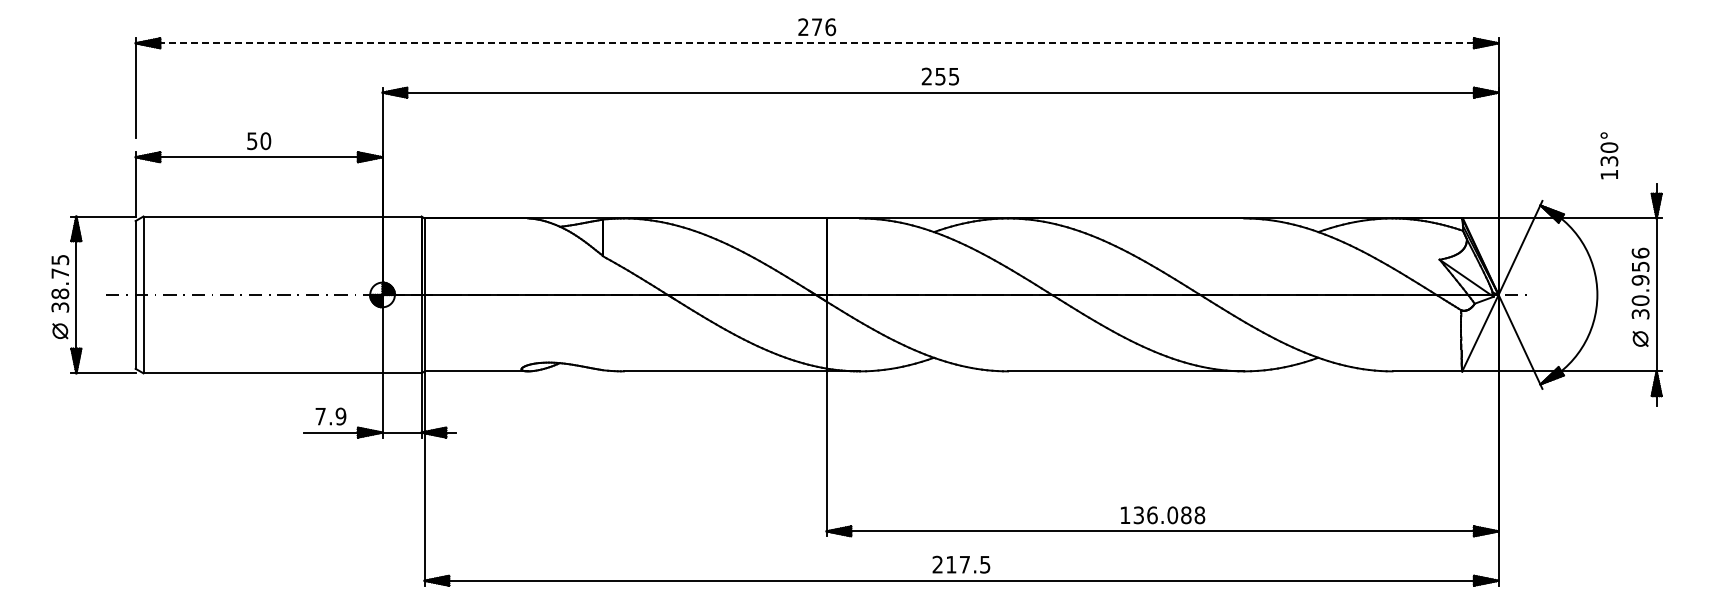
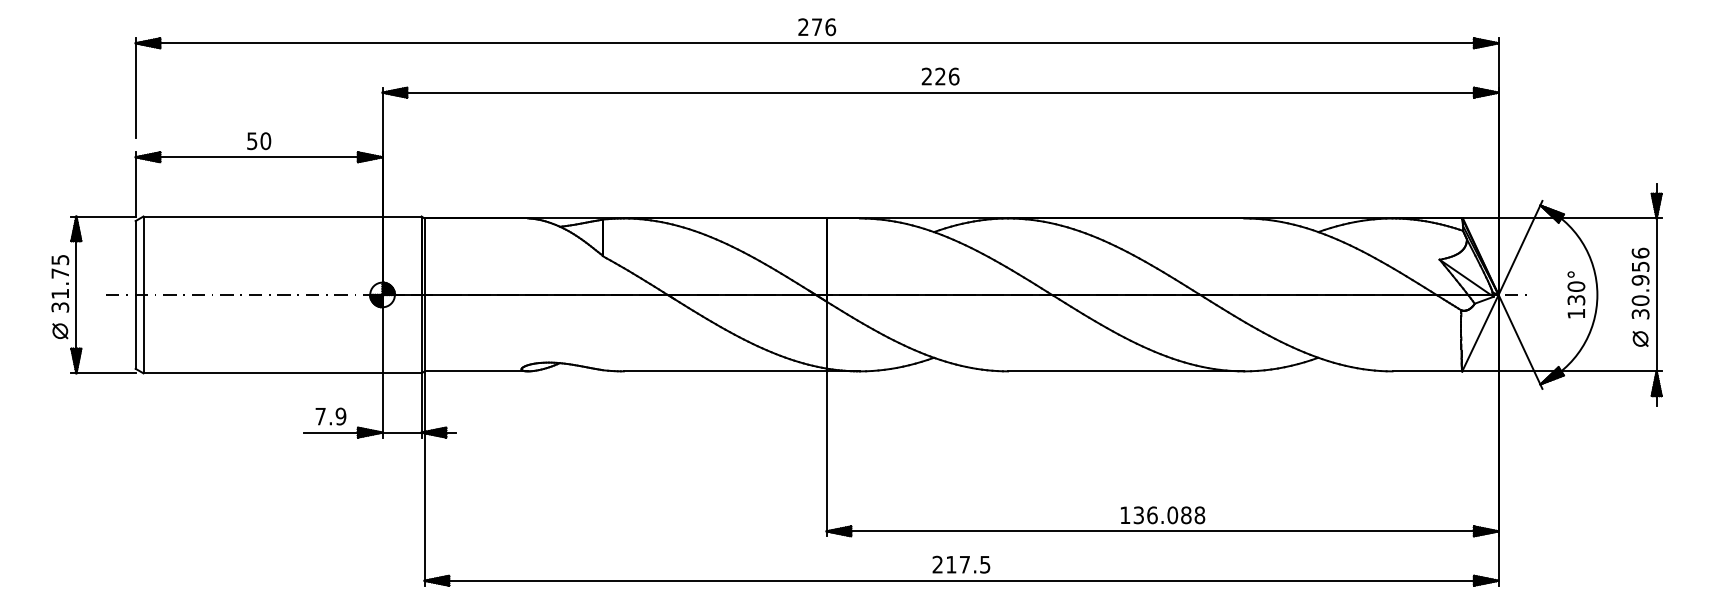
line at (817, 43): dashed -> solid
text at (947, 76): 255 -> 226
text at (1609, 155) position: (1609, 155) -> (1576, 294)
text at (60, 293): 38.75 -> 31.75
